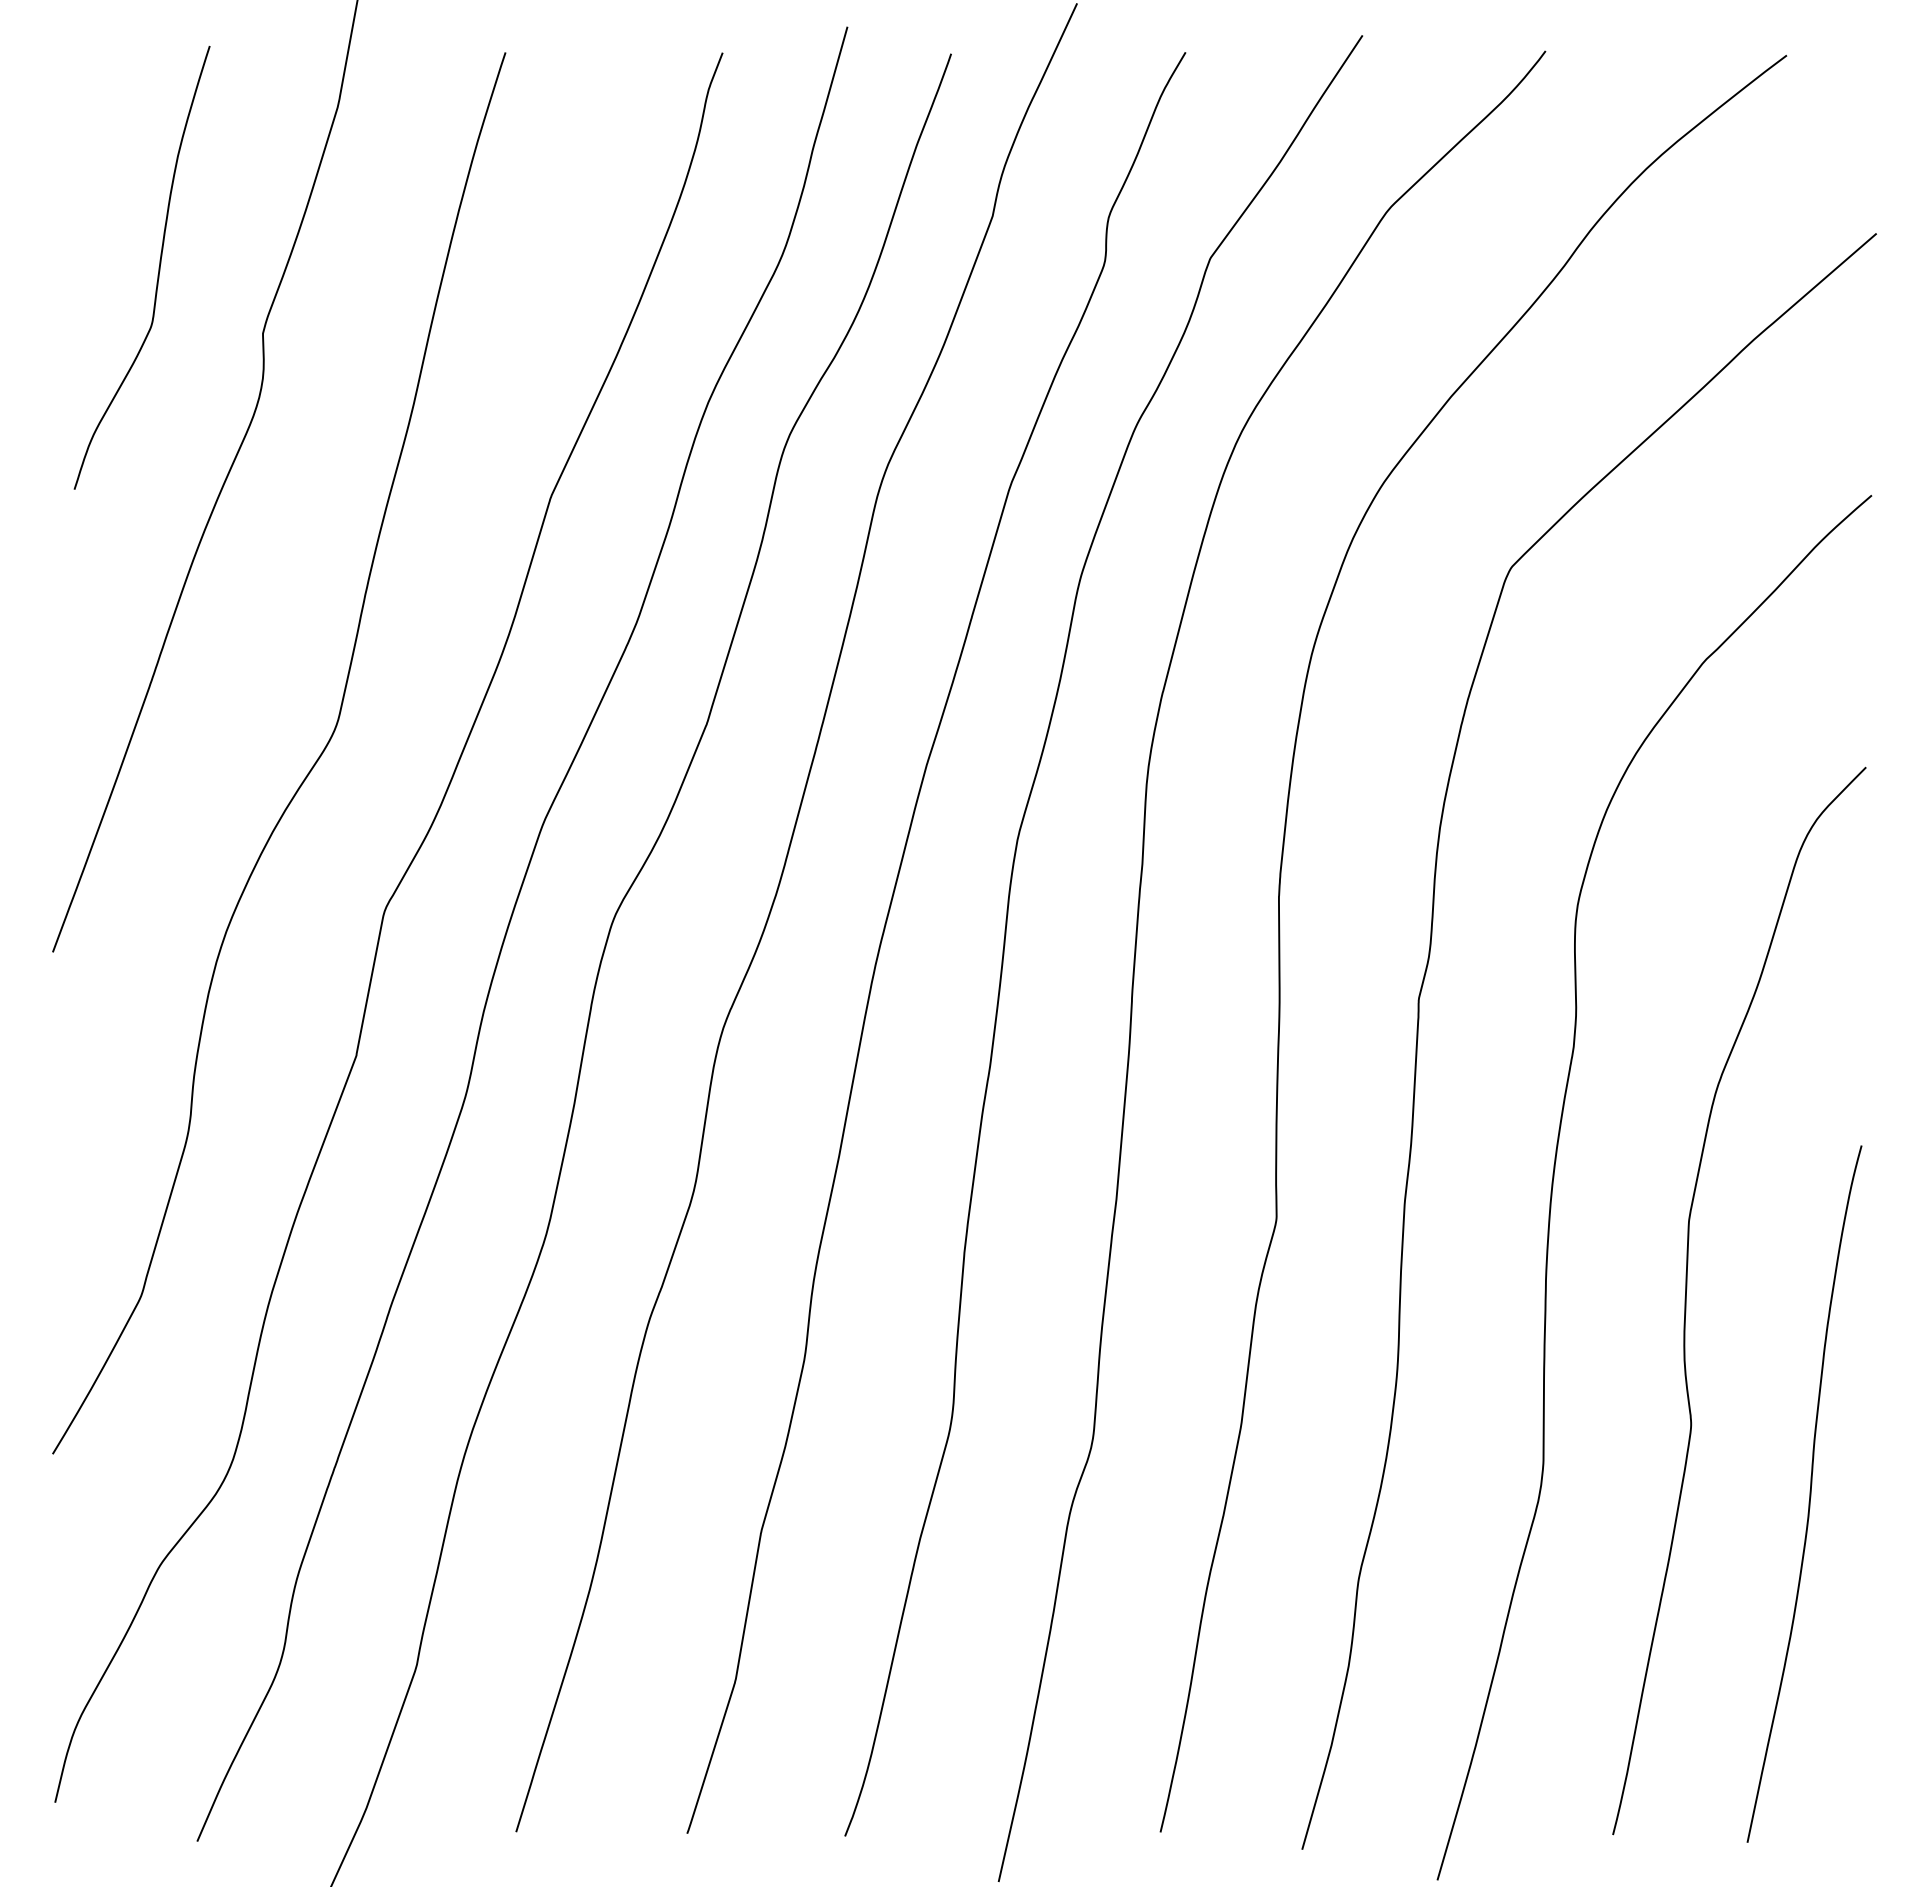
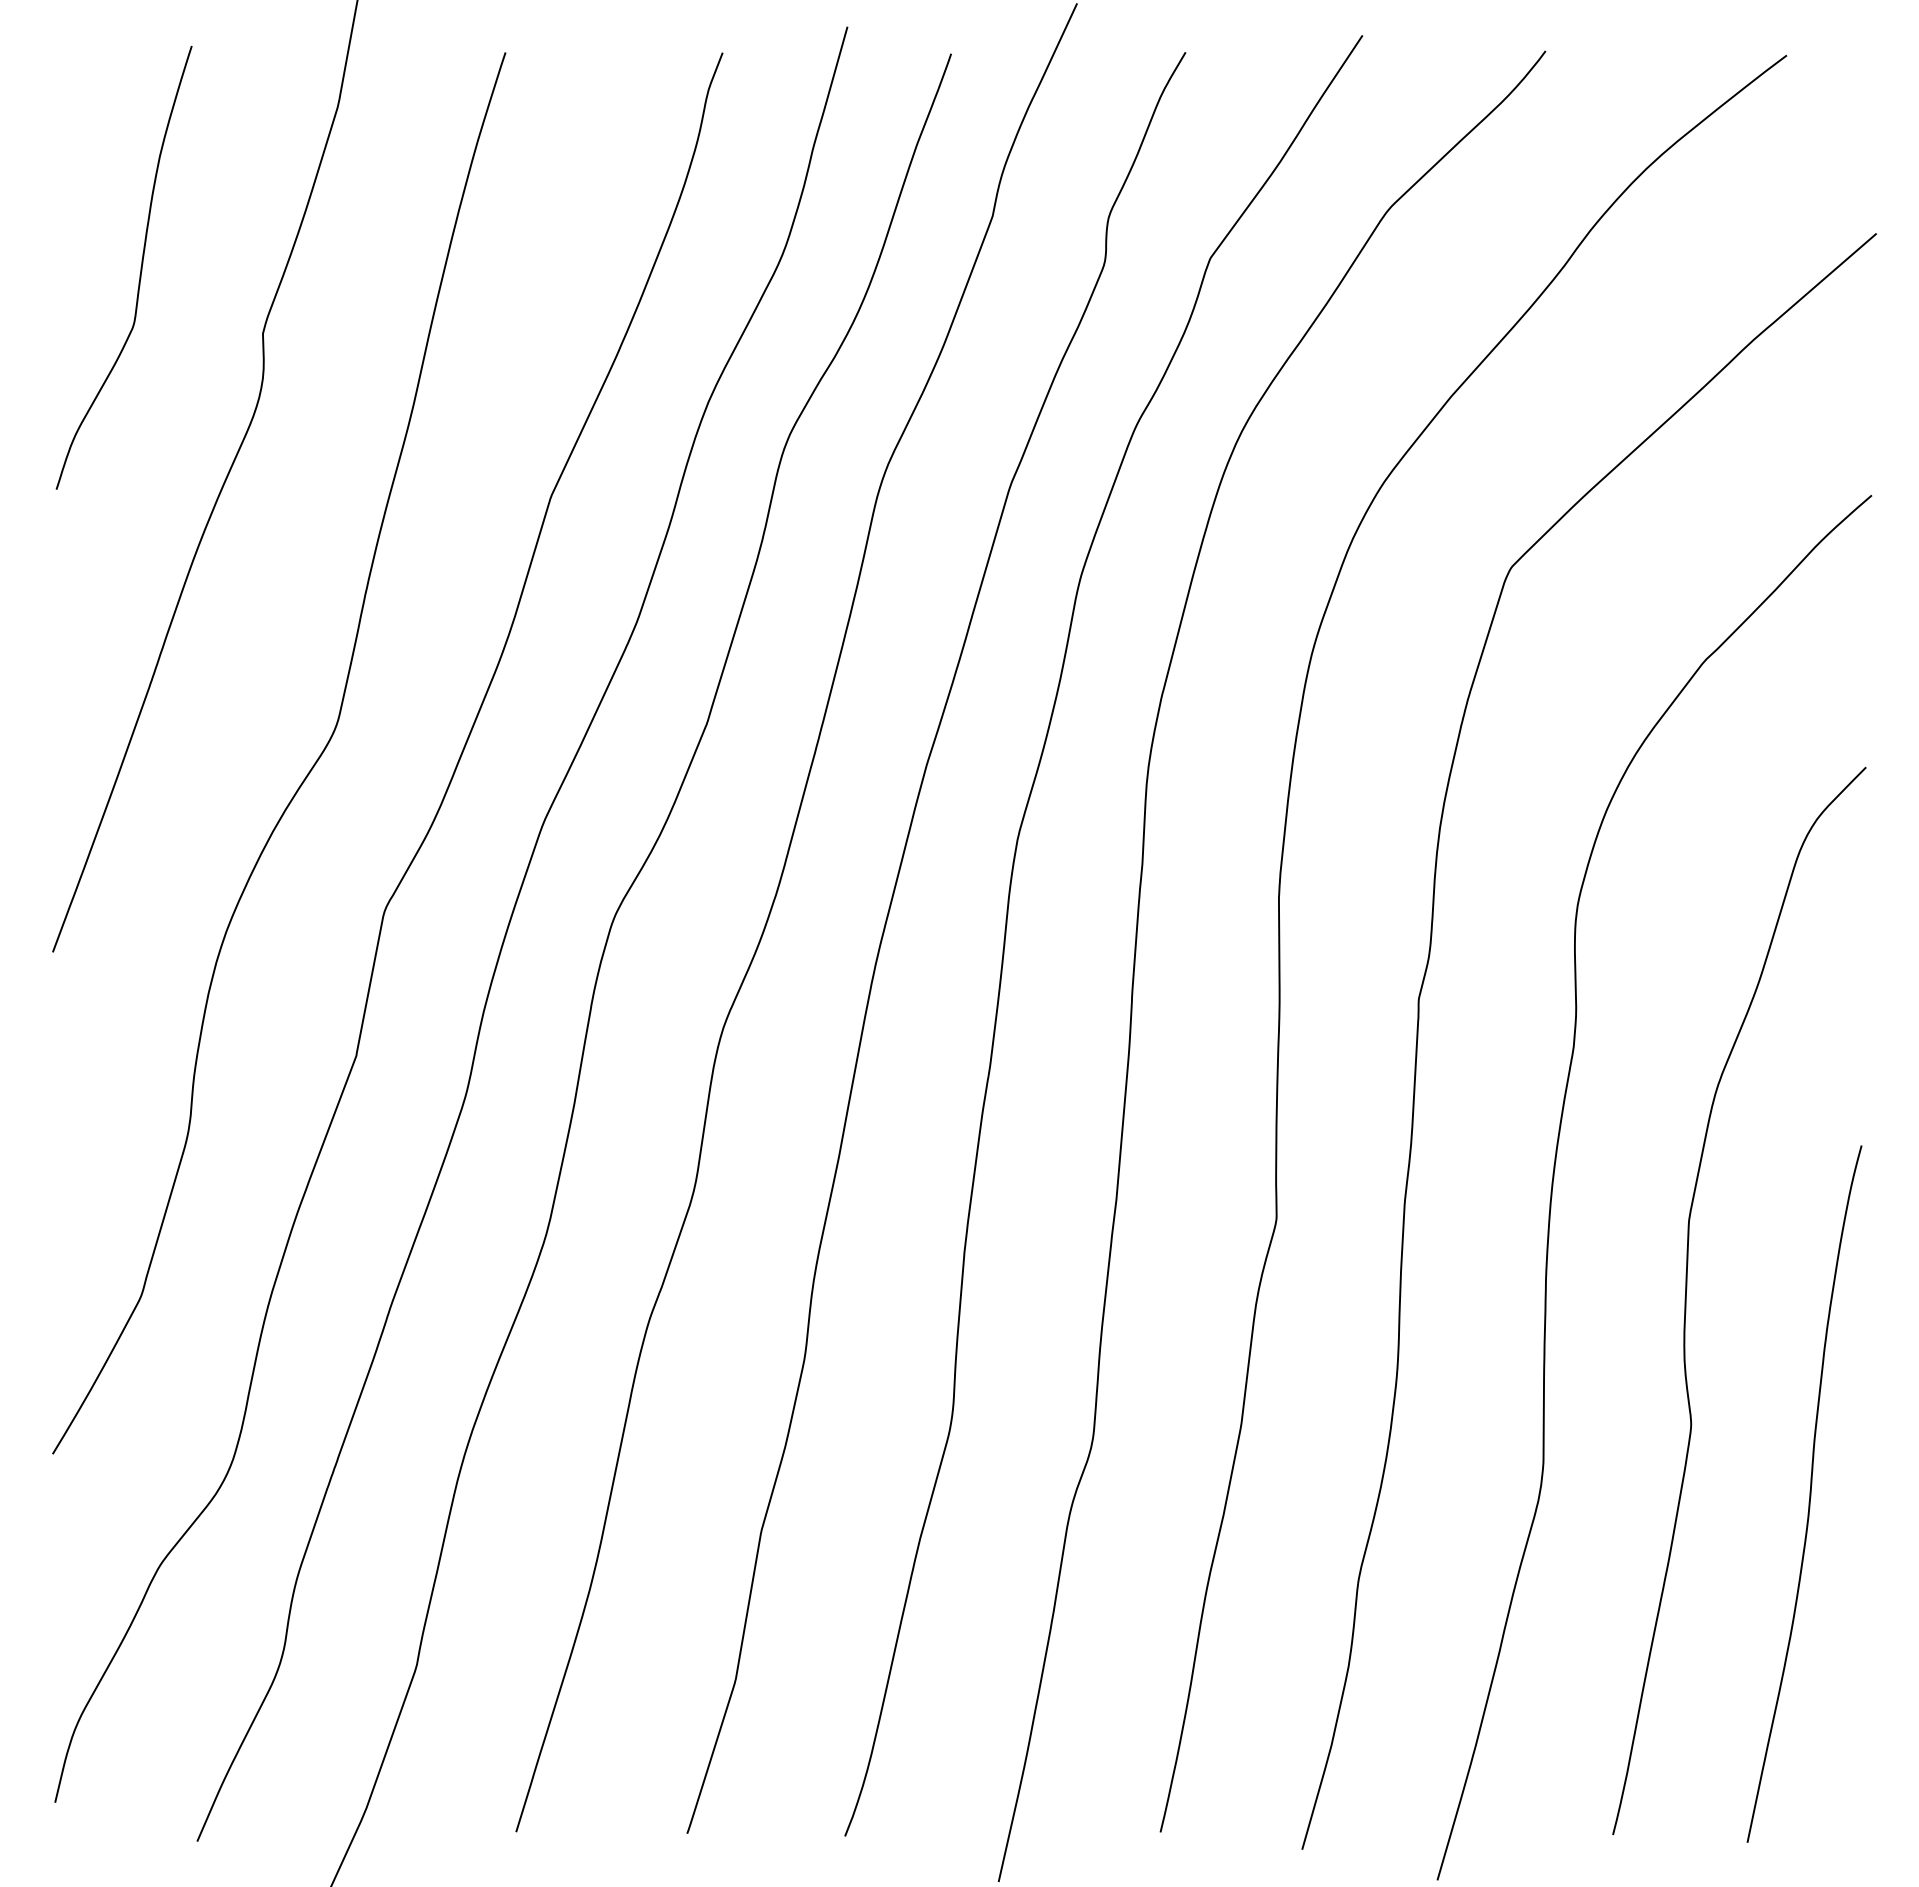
curve at (158, 267) position: (158, 267) -> (140, 267)
